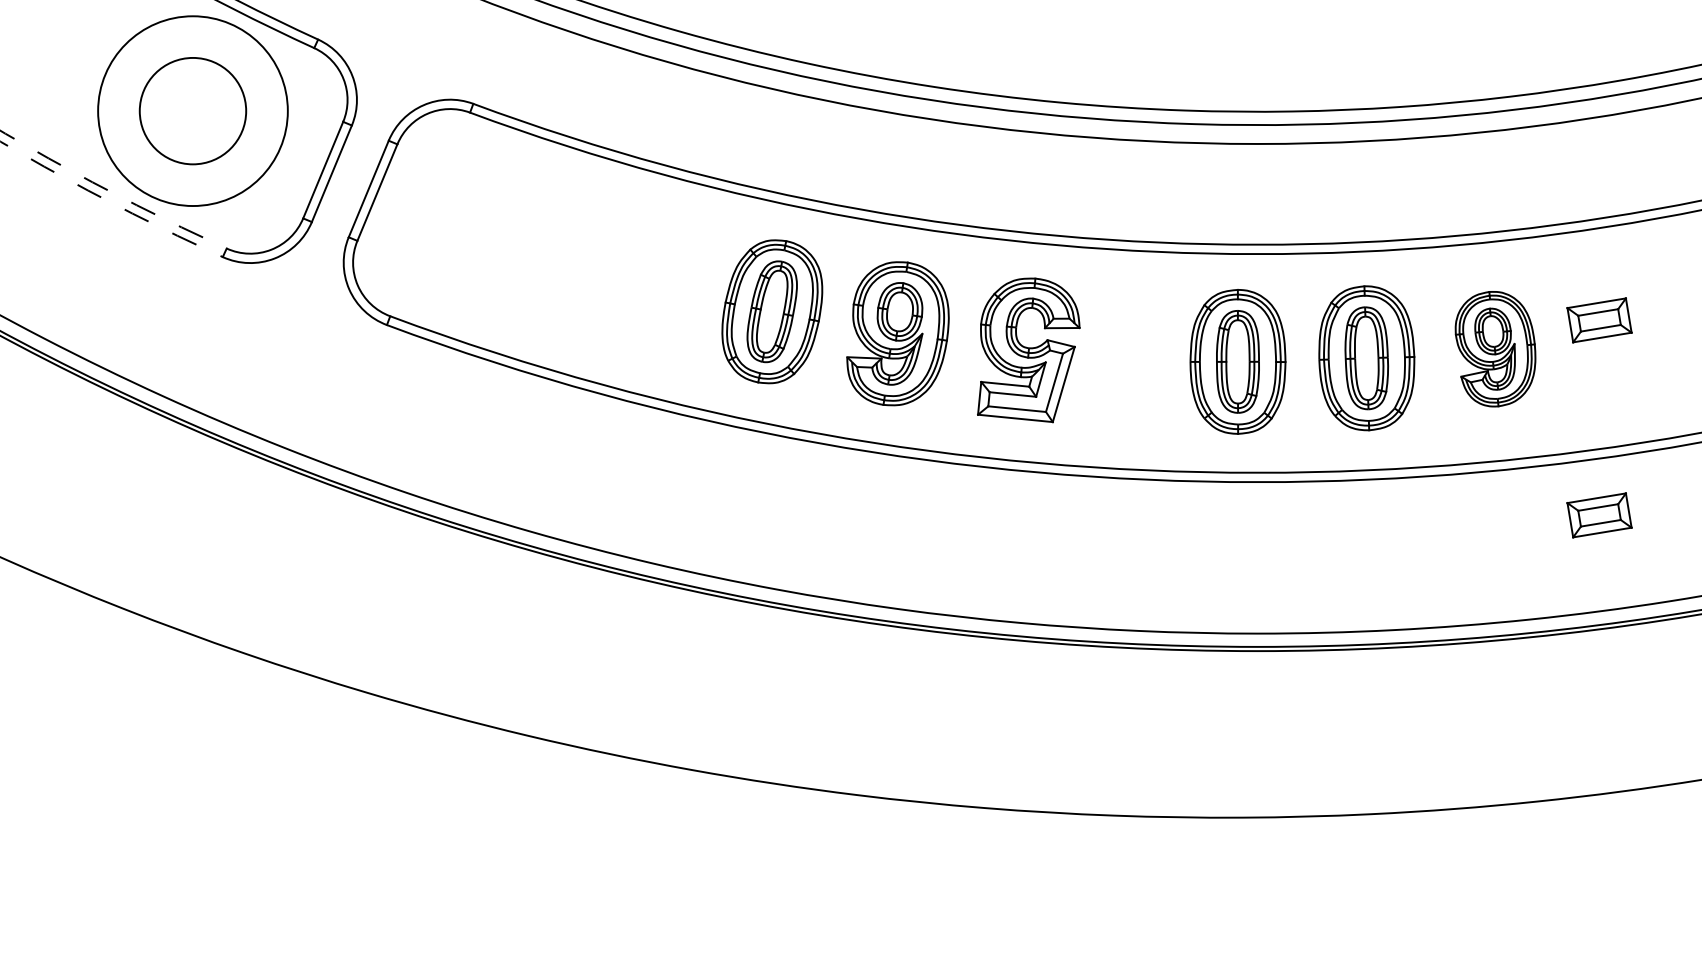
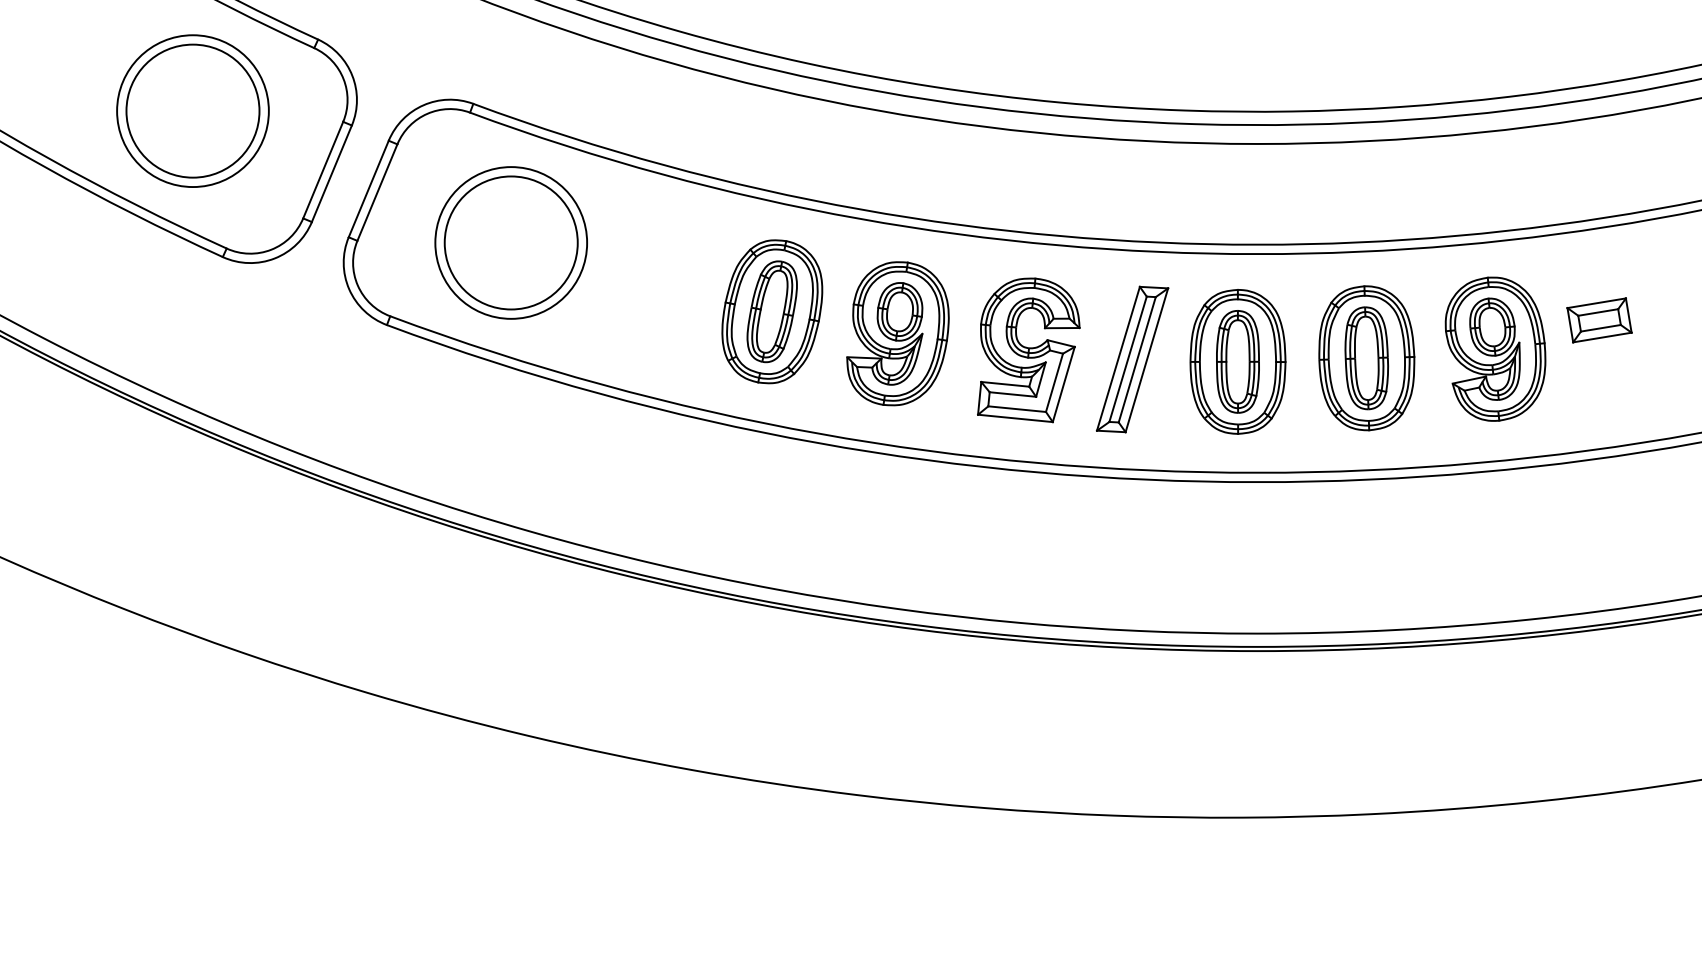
circle at (192, 110) diameter: 106 px -> 133 px
circle at (192, 111) diameter: 190 px -> 152 px
arc at (111, 192): dashed -> solid
arc at (109, 201): dashed -> solid
part at (510, 242): none -> present
part at (1495, 349) size: 83x117 px -> 103x146 px
part at (1132, 359): none -> present
part at (1599, 515): present -> none
